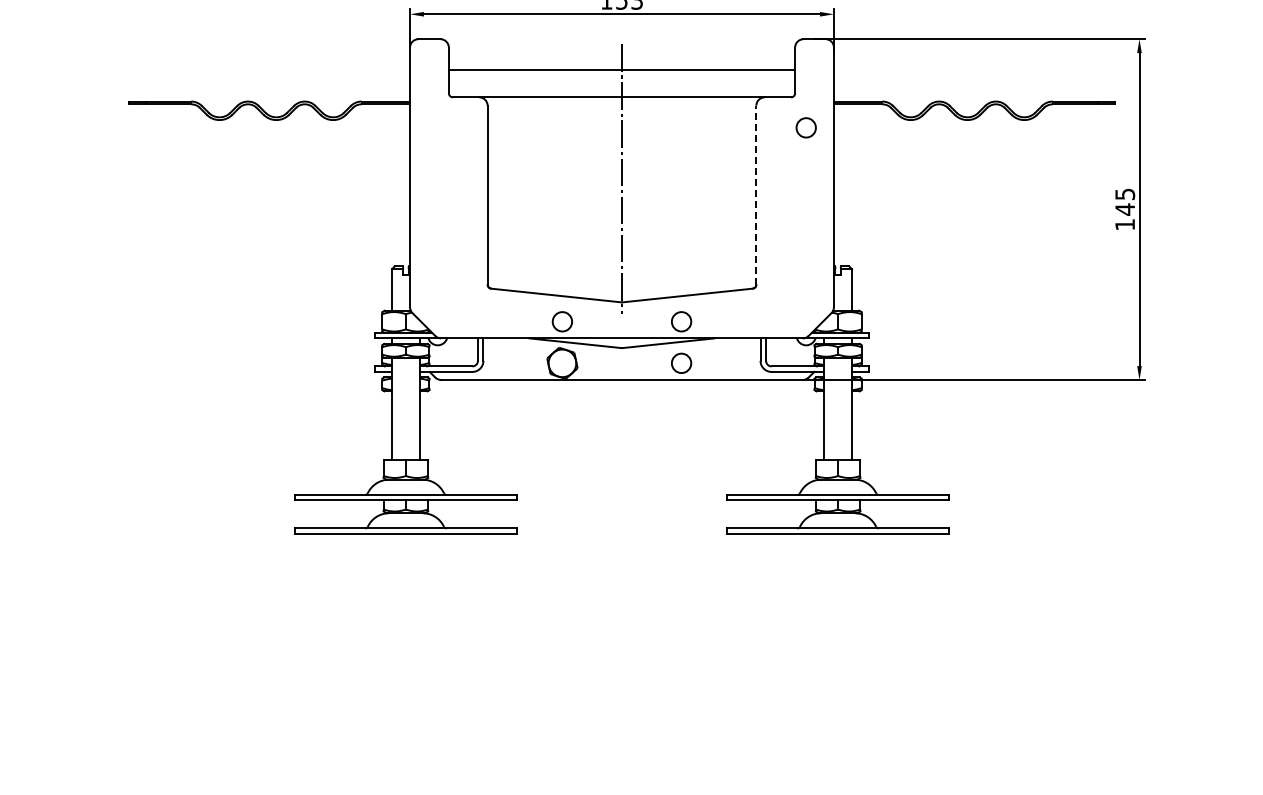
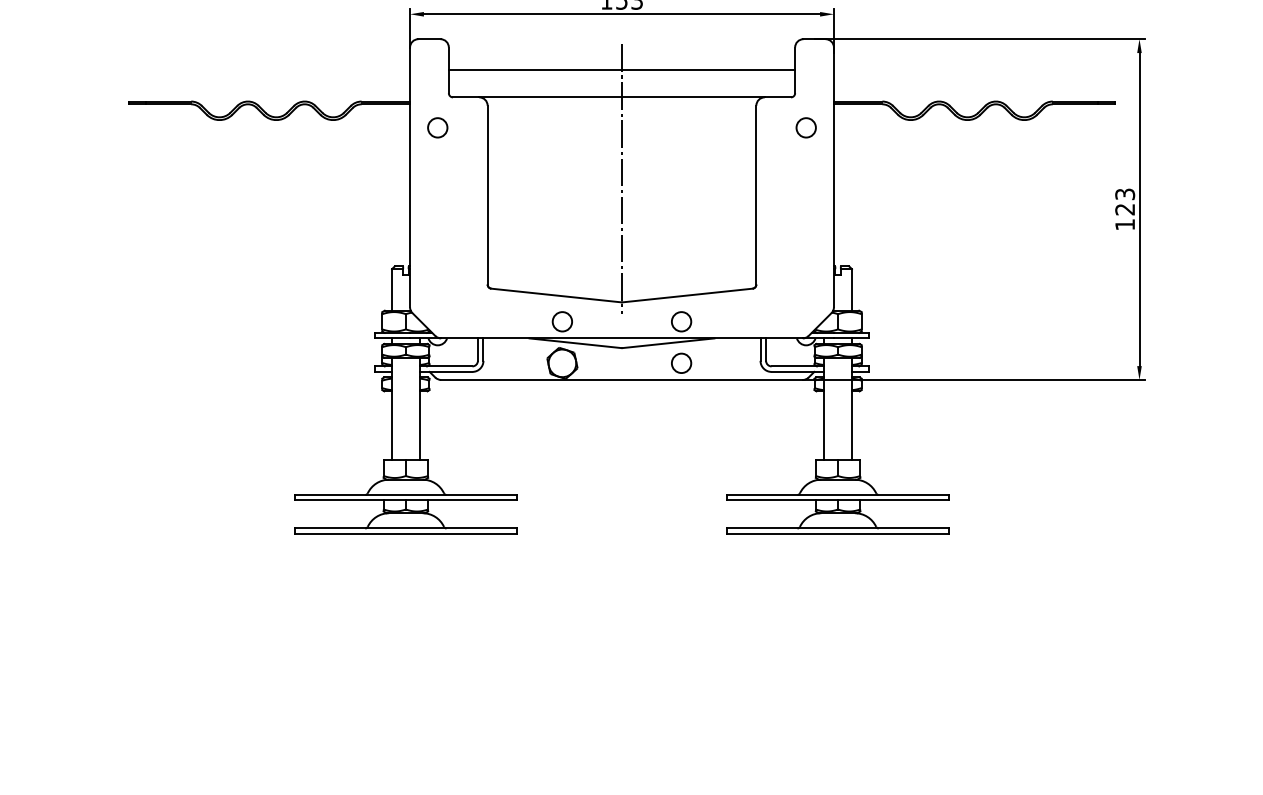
circle at (437, 127): none -> present
line at (756, 194): dashed -> solid
text at (1124, 201): 145 -> 123
